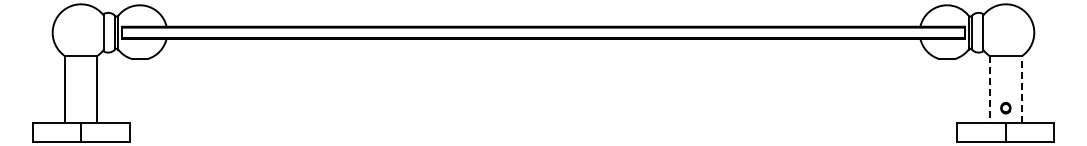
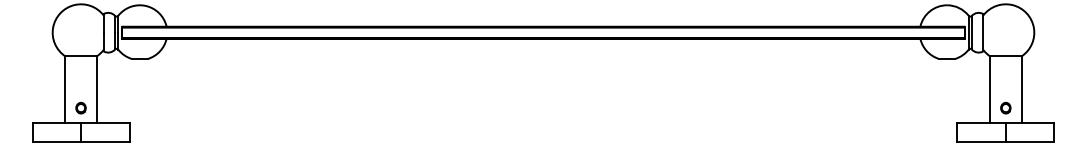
line at (1021, 89): dashed -> solid
line at (990, 90): dashed -> solid
part at (80, 107): none -> present
